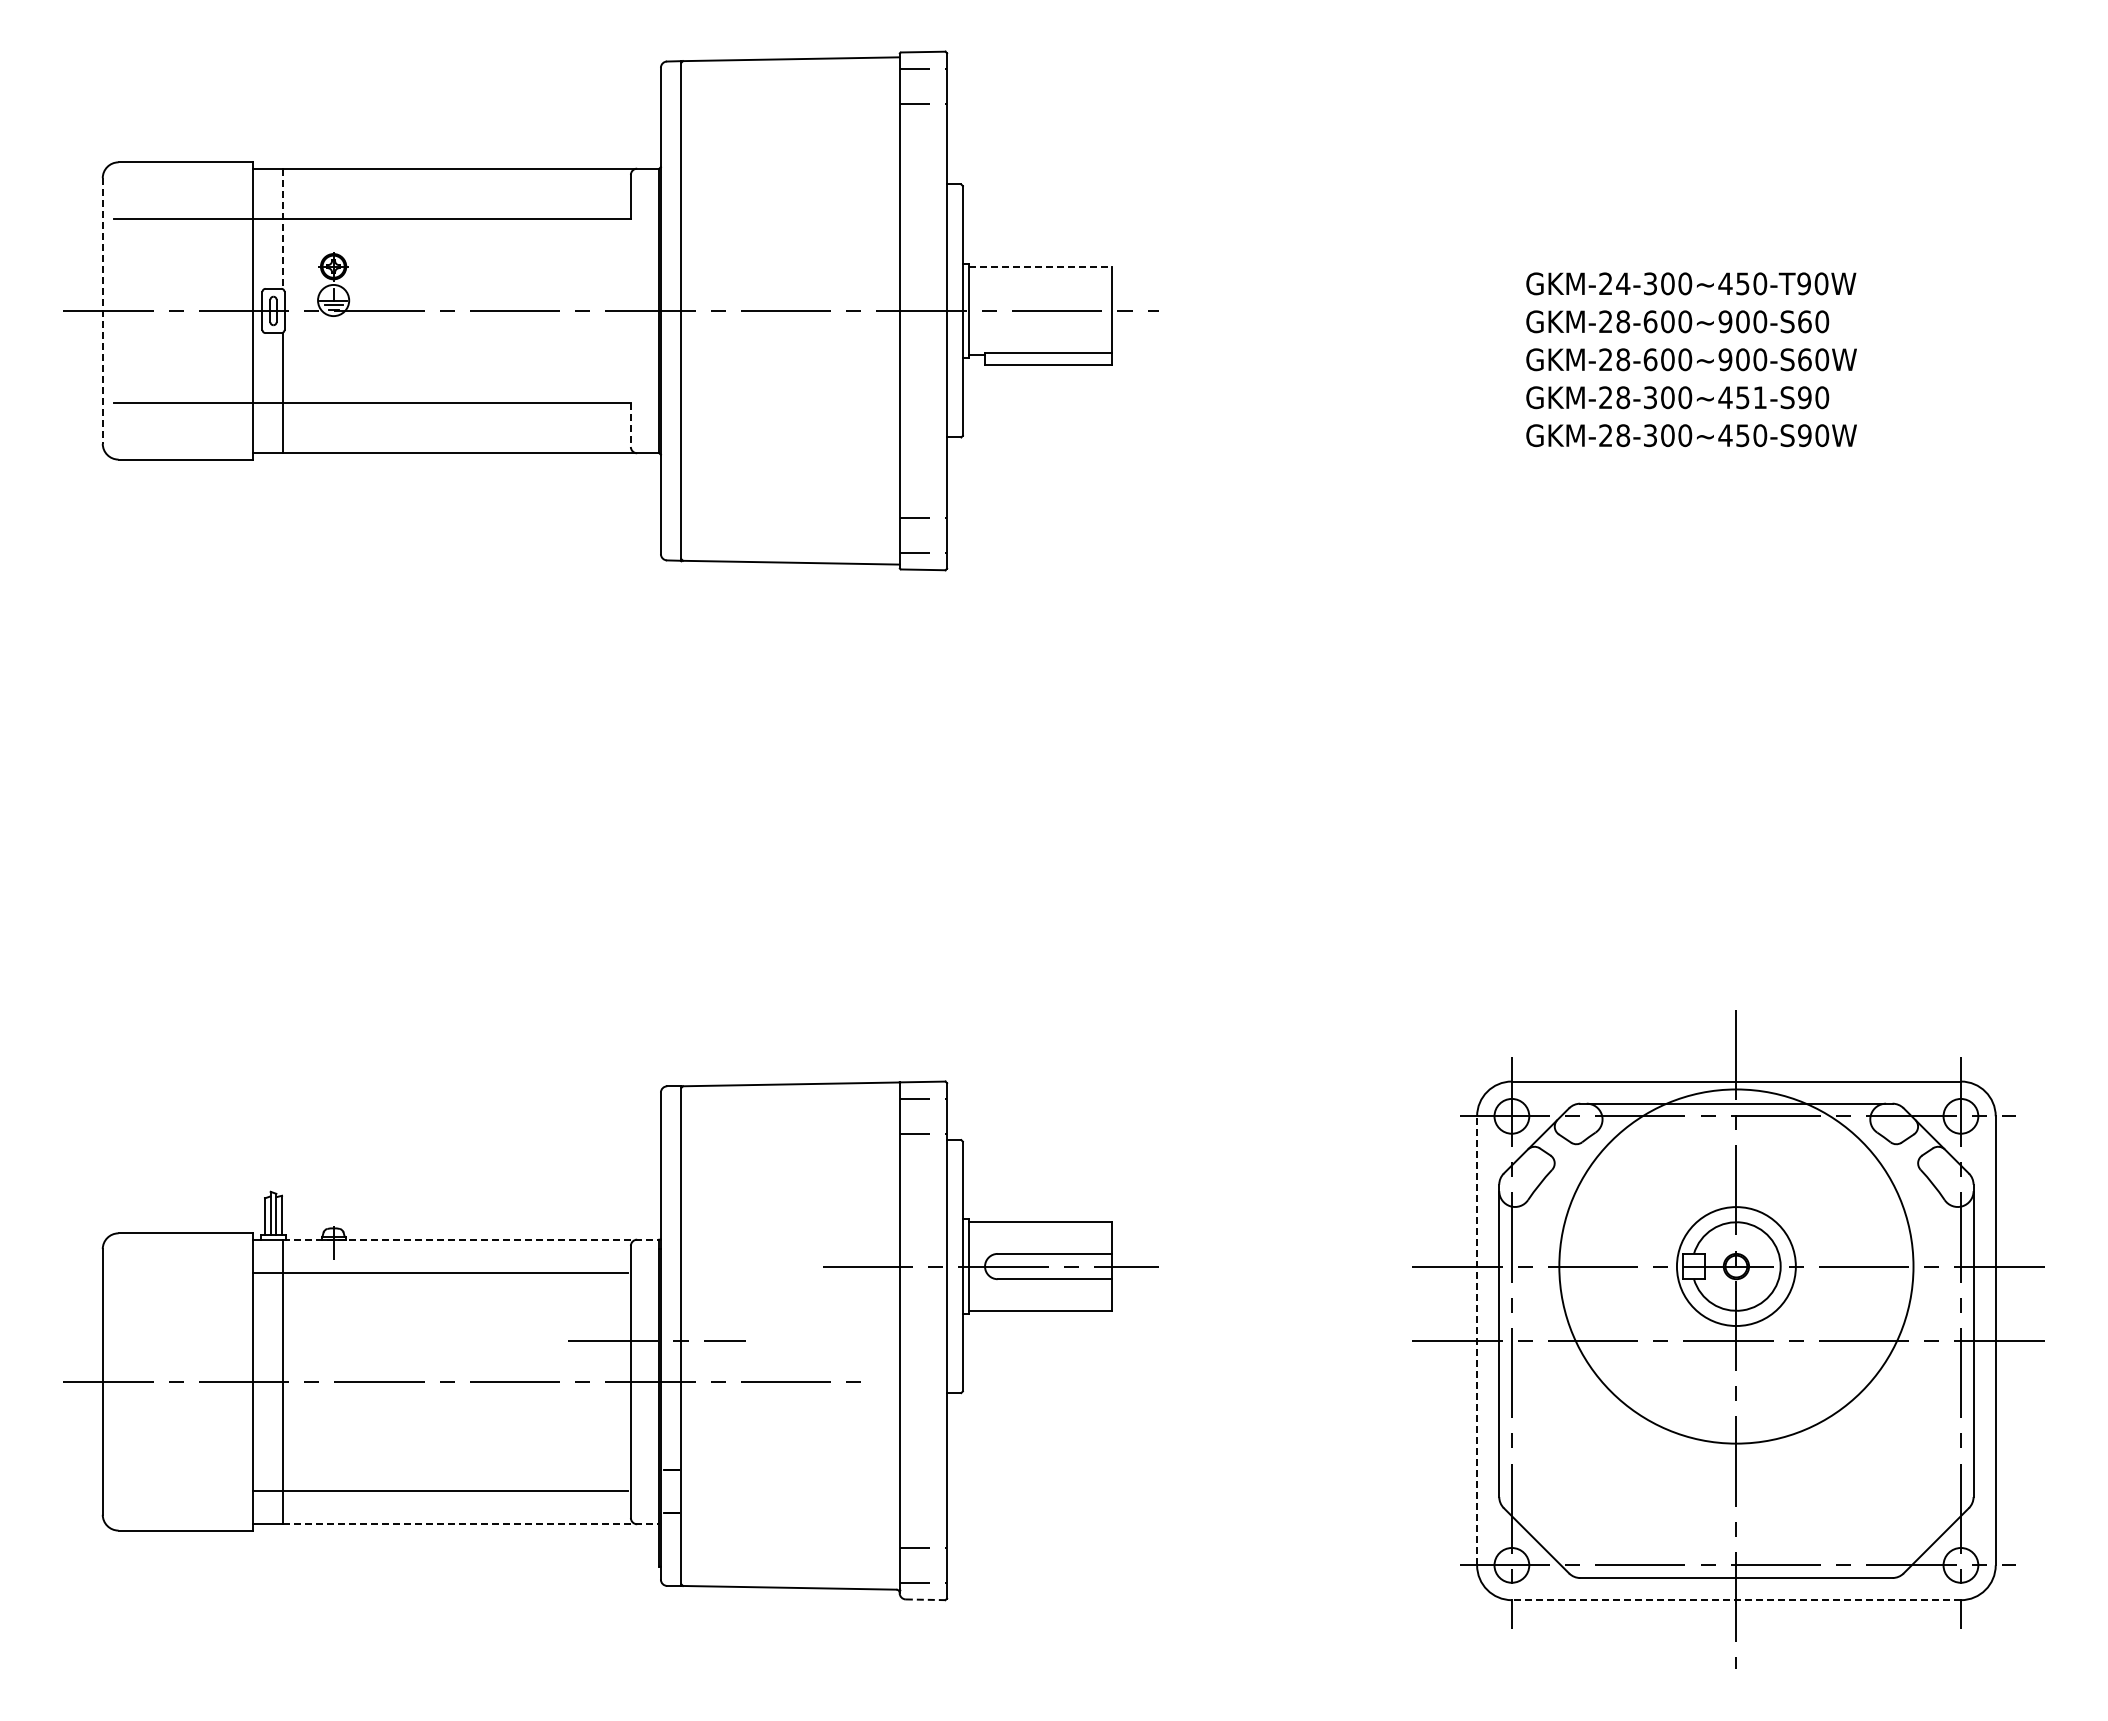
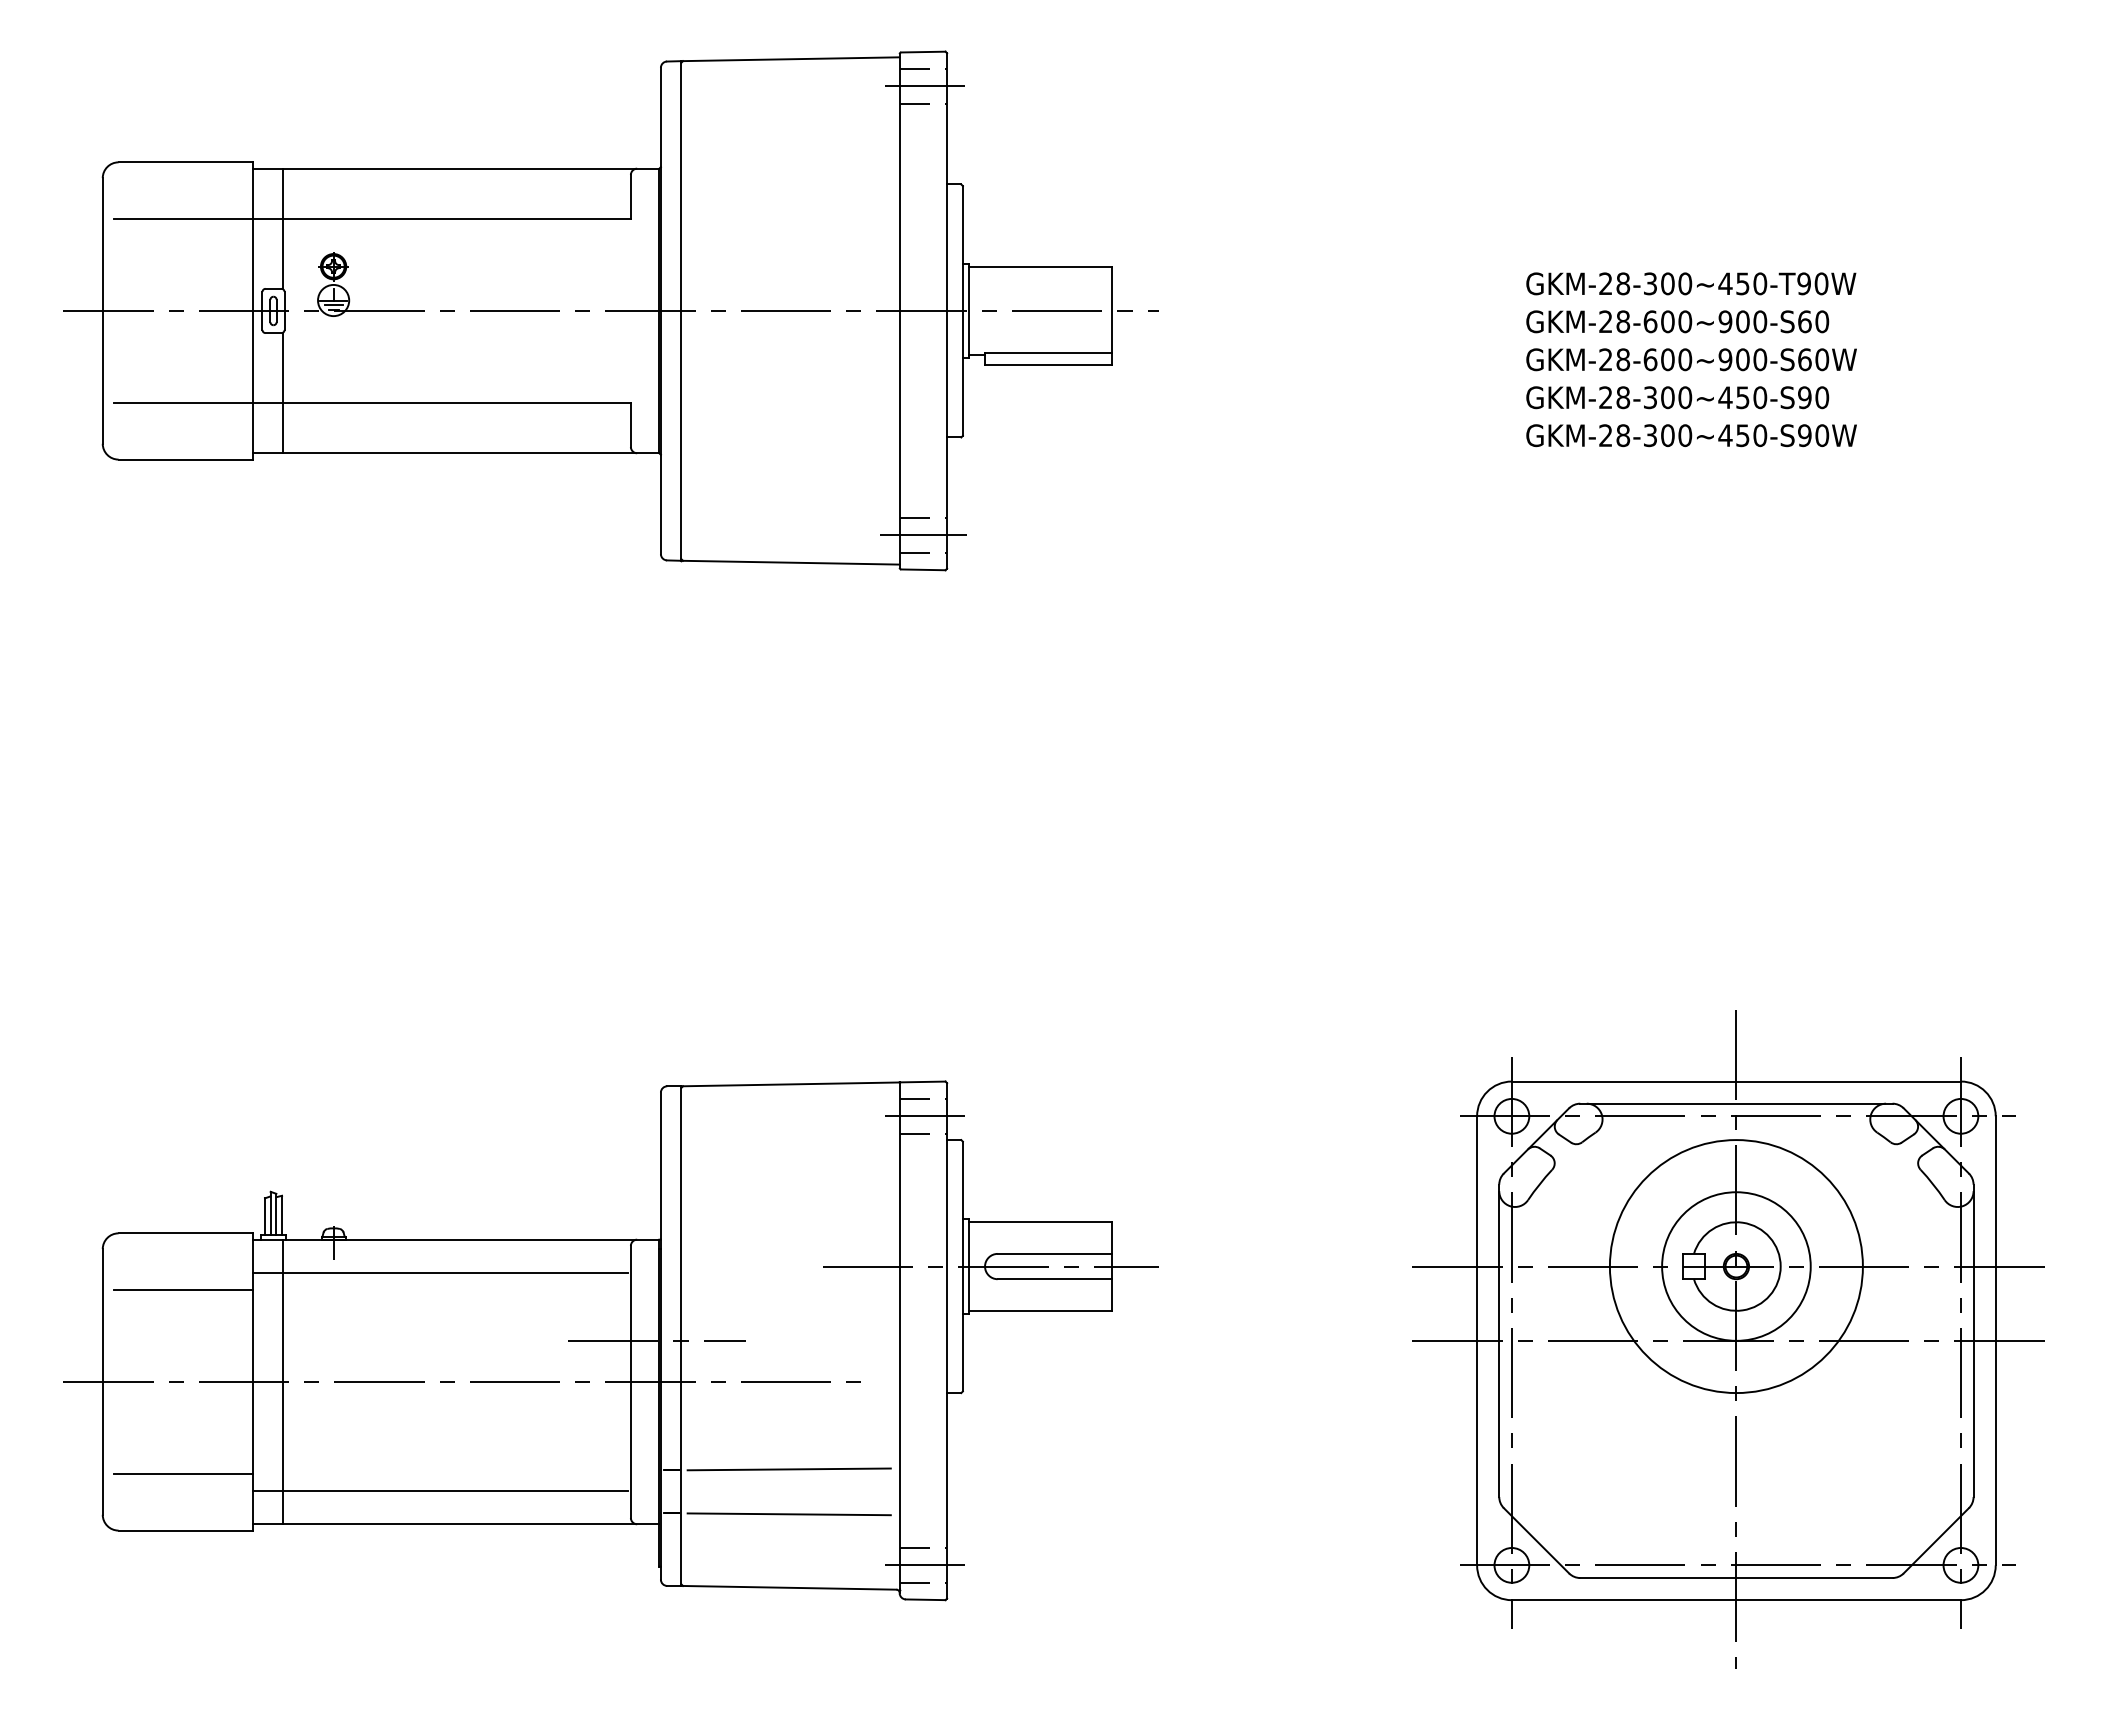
line at (924, 86): none -> present
line at (283, 229): dashed -> solid
line at (1040, 266): dashed -> solid
text at (1623, 283): GKM-24-300~450-T90W -> GKM-28-300~450-T90W
line at (102, 310): dashed -> solid
text at (1760, 397): GKM-28-300~451-S90 -> GKM-28-300~450-S90
line at (630, 425): dashed -> solid
line at (923, 535): none -> present
line at (924, 1116): none -> present
line at (471, 1239): dashed -> solid
circle at (1735, 1266) diameter: 119 px -> 149 px
circle at (1736, 1266) diameter: 354 px -> 253 px
line at (182, 1290): none -> present
line at (1477, 1340): dashed -> solid
line at (788, 1469): none -> present
line at (182, 1473): none -> present
line at (788, 1514): none -> present
line at (471, 1524): dashed -> solid
line at (924, 1565): none -> present
line at (925, 1599): dashed -> solid
line at (1736, 1600): dashed -> solid
